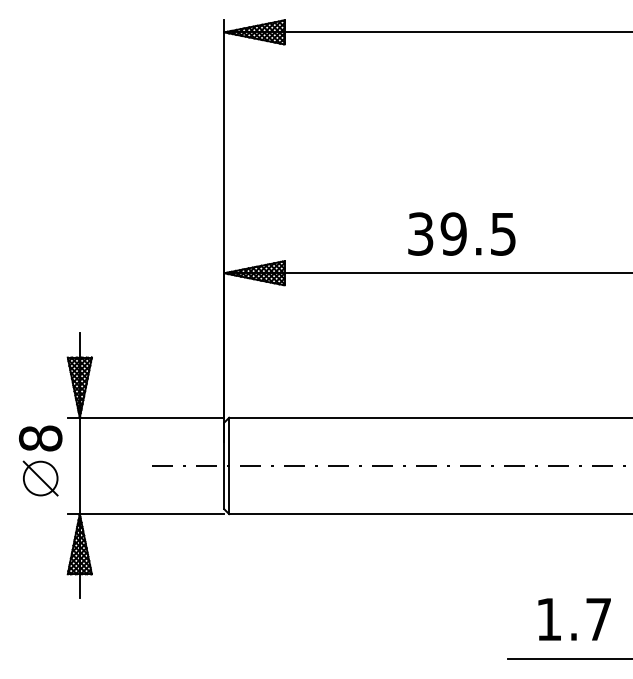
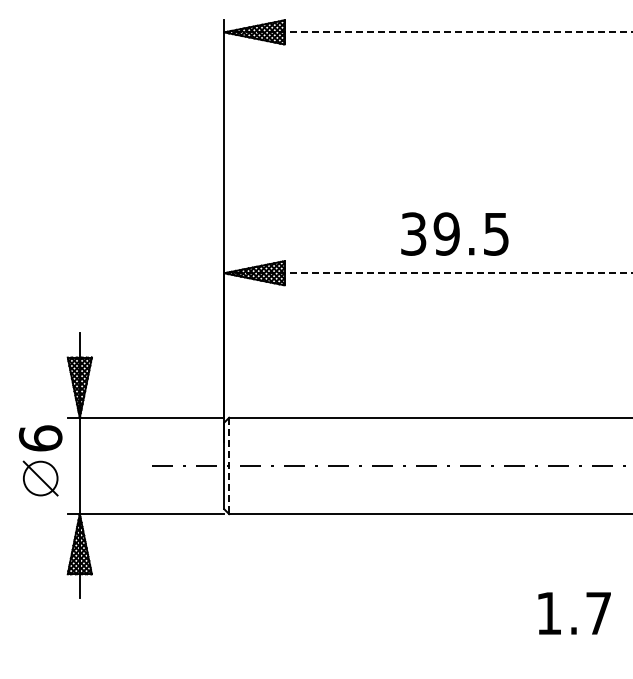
line at (428, 32): solid -> dashed
text at (461, 233) position: (461, 233) -> (454, 233)
line at (428, 273): solid -> dashed
text at (40, 438): 8 -> 6
line at (229, 466): solid -> dashed
text at (574, 619) position: (574, 619) -> (574, 613)
line at (568, 658): present -> none
